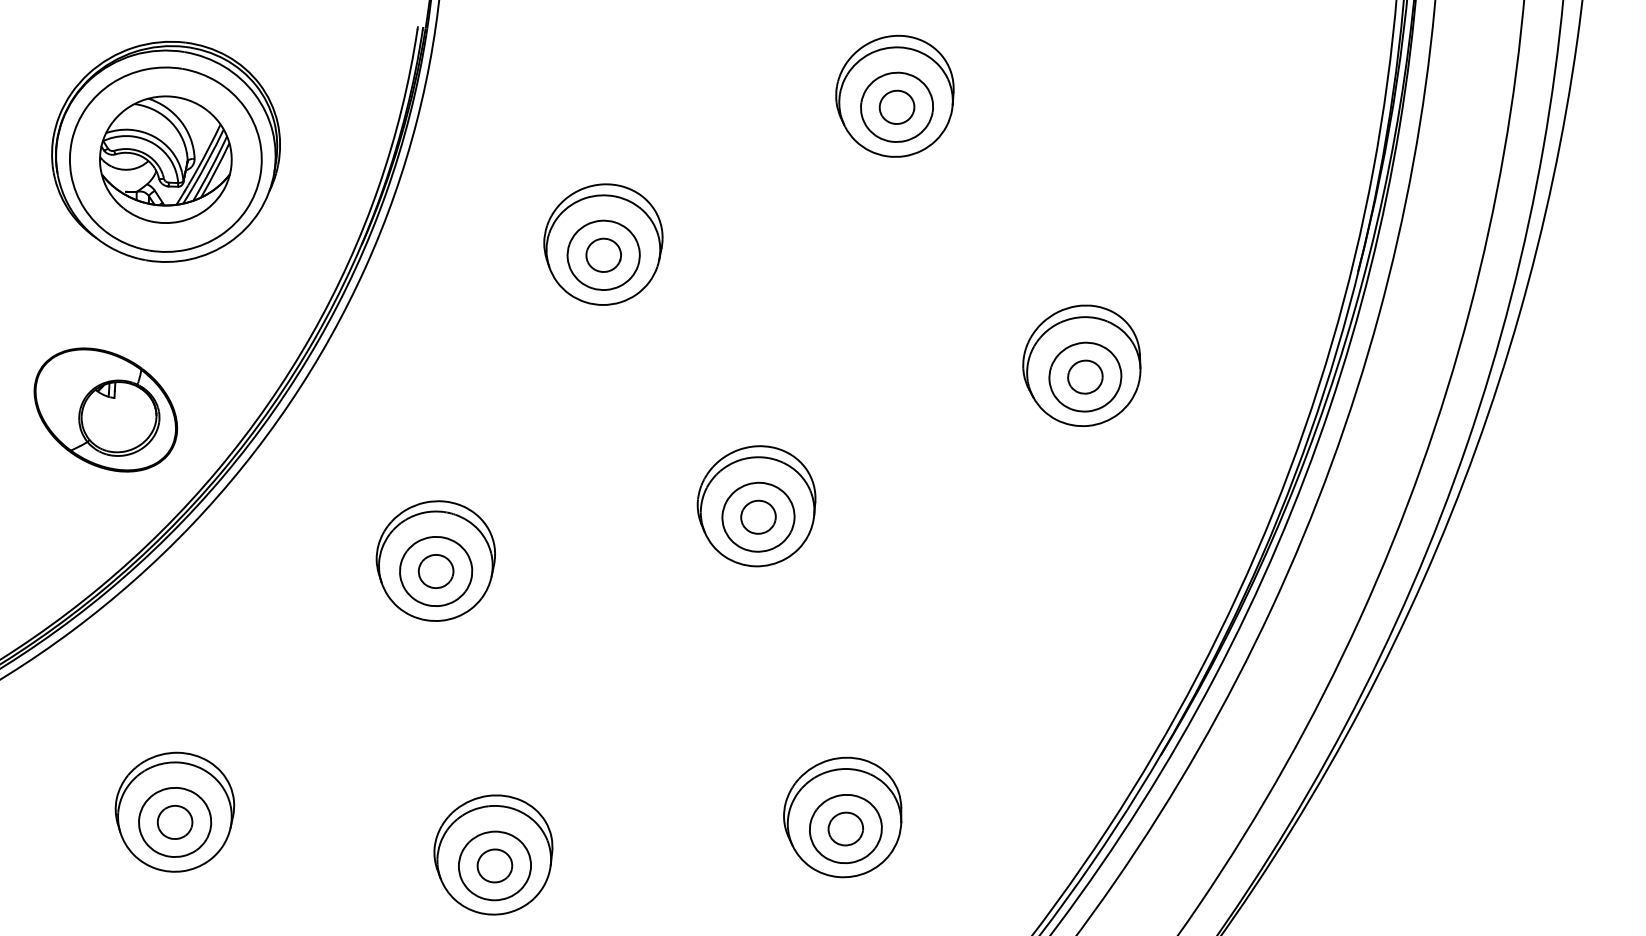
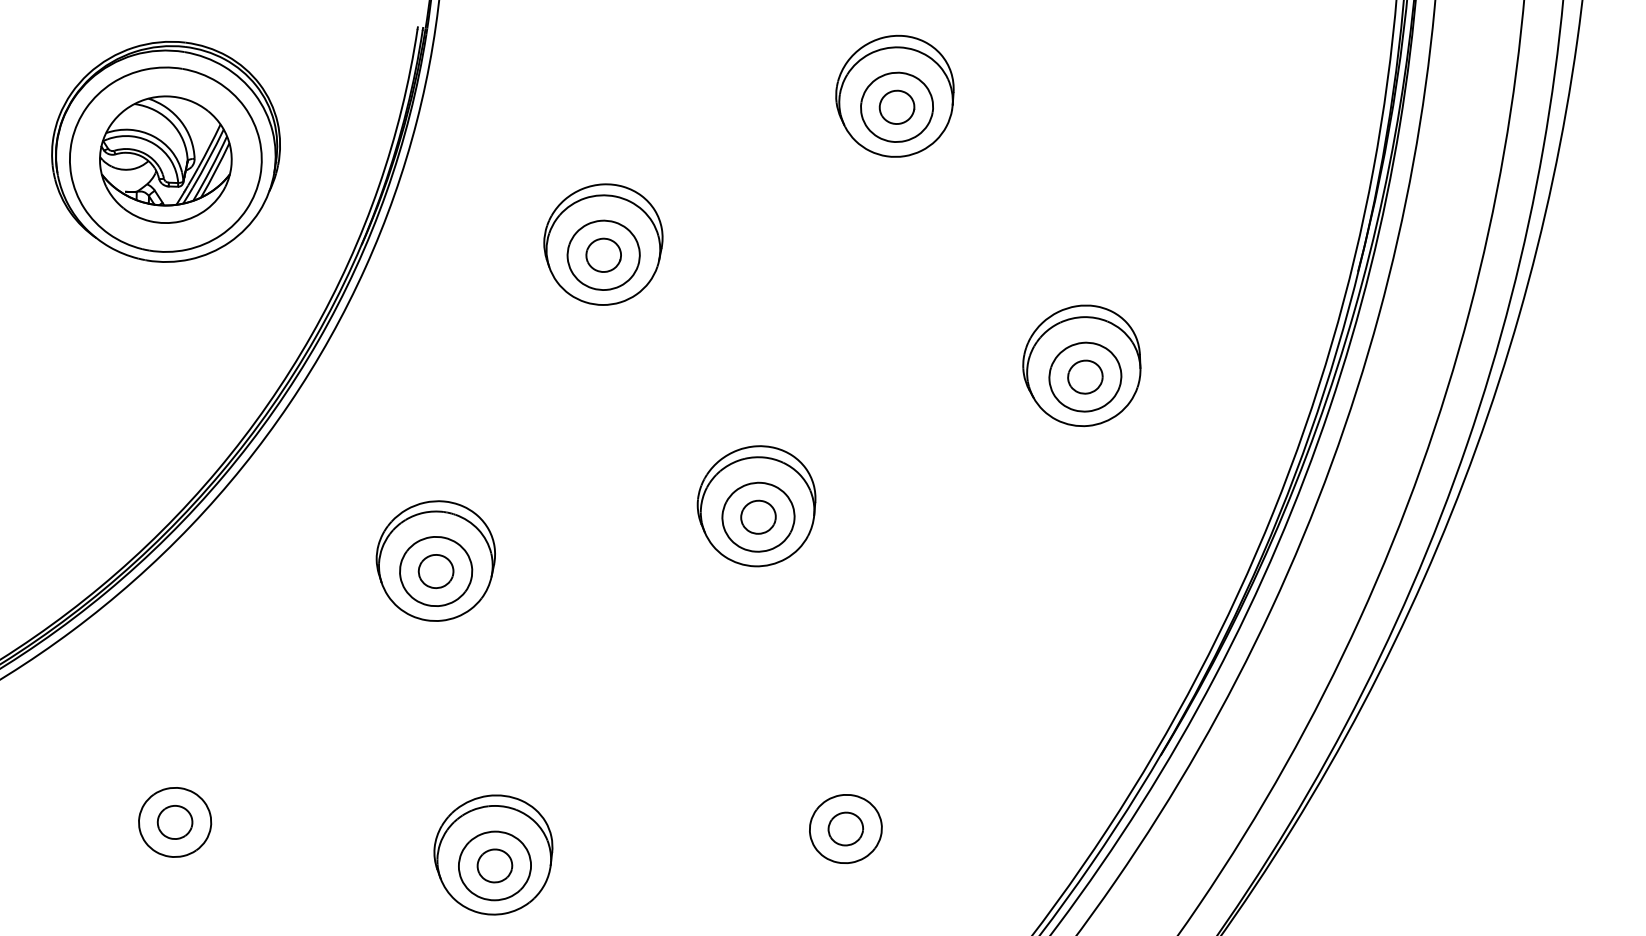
part at (105, 409): present -> none
part at (174, 811): present -> none
part at (842, 817): present -> none
